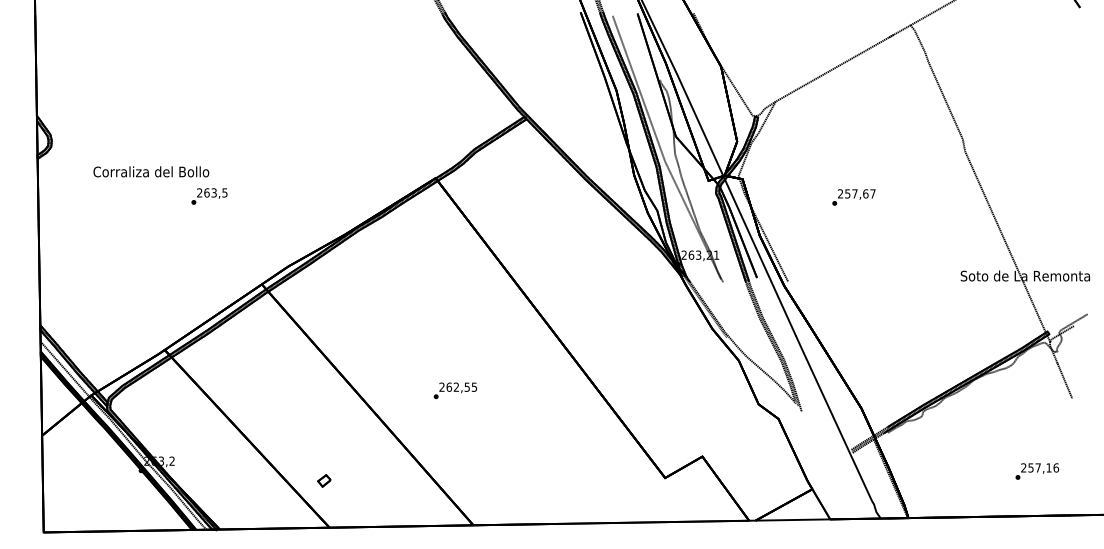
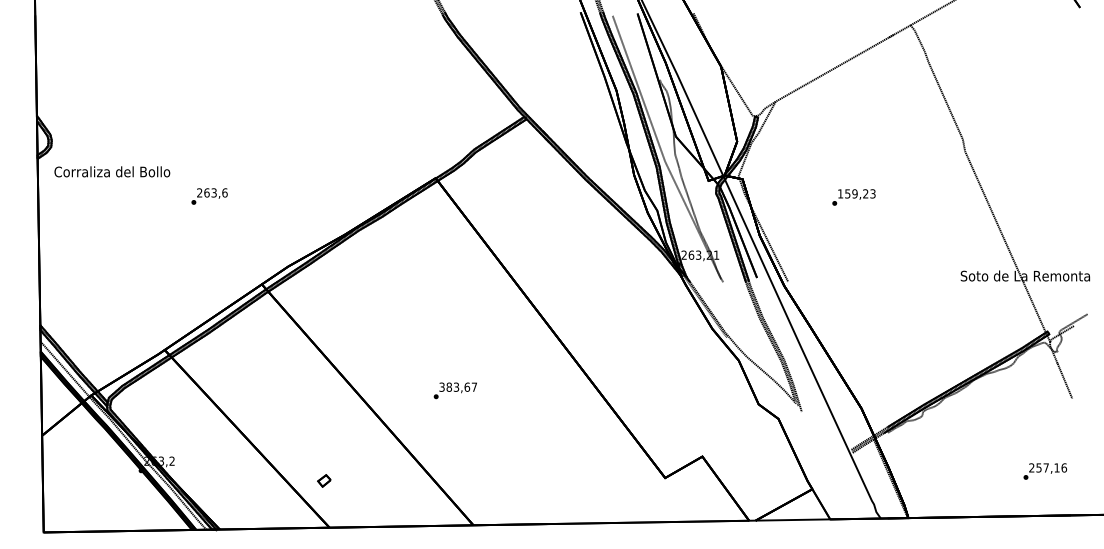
text at (151, 171) position: (151, 171) -> (112, 171)
text at (224, 192): 263,5 -> 263,6
text at (856, 193): 257,67 -> 159,23
text at (457, 386): 262,55 -> 383,67
text at (1037, 471) position: (1037, 471) -> (1045, 471)
